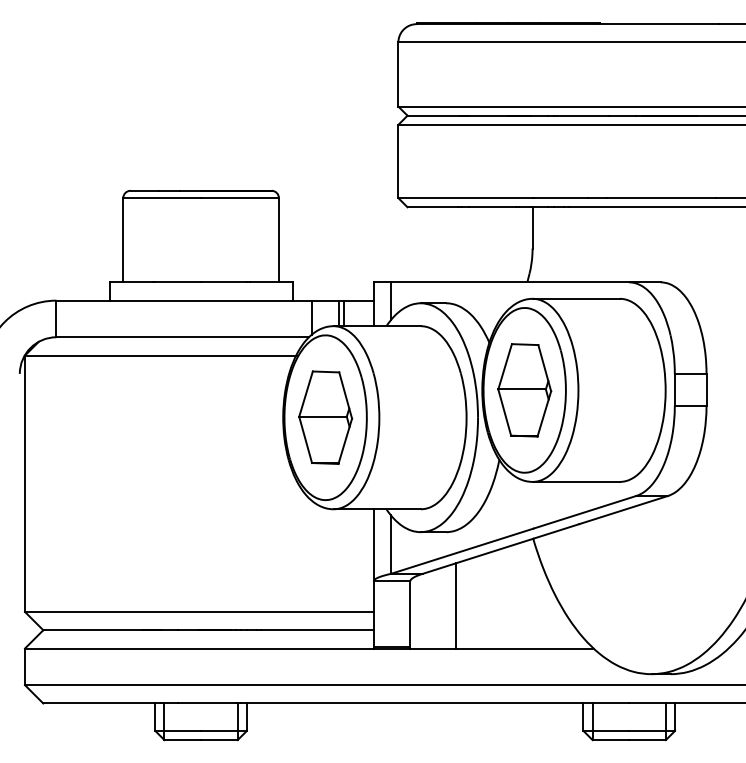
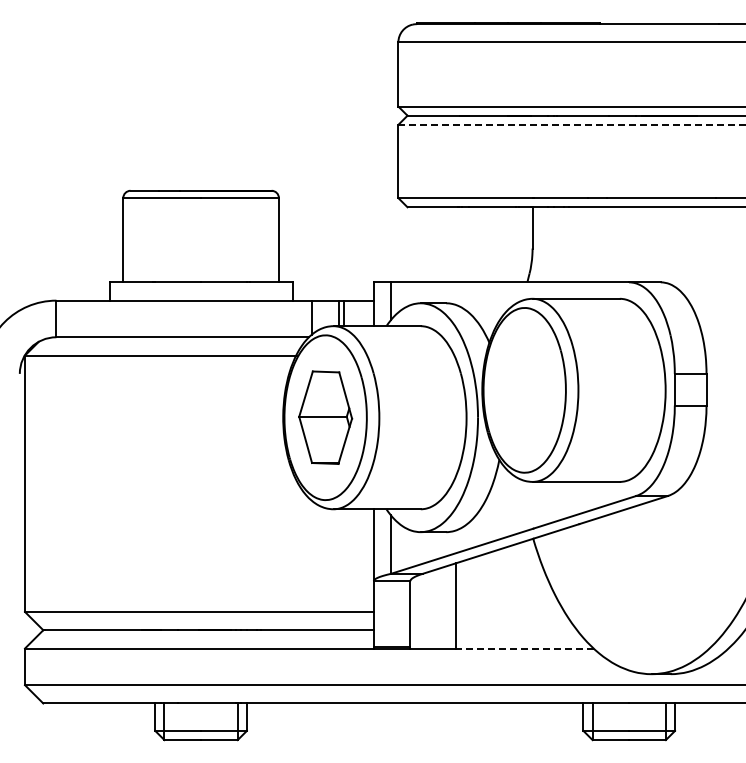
line at (572, 124): solid -> dashed
part at (524, 390): present -> none
line at (525, 648): solid -> dashed
